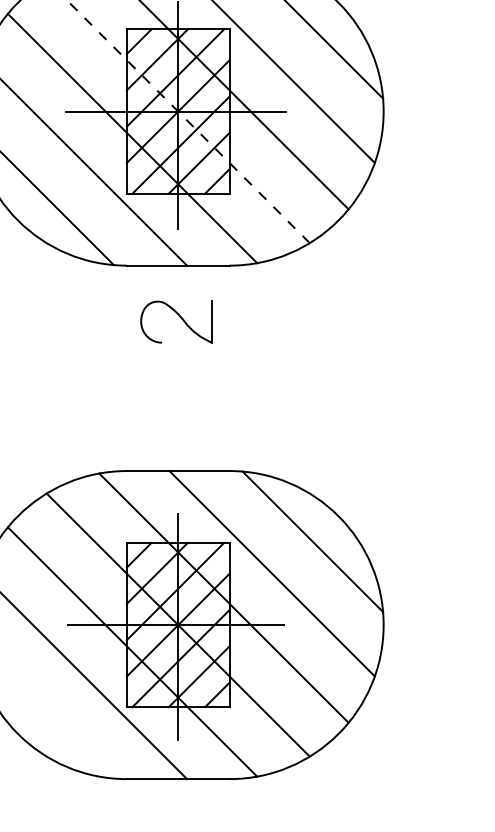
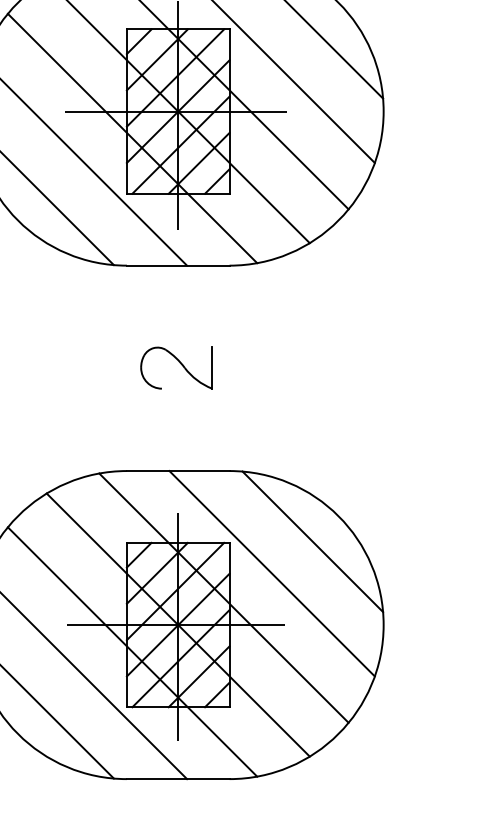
line at (188, 121): dashed -> solid
part at (176, 321) position: (176, 321) -> (176, 367)
line at (57, 722): none -> present
